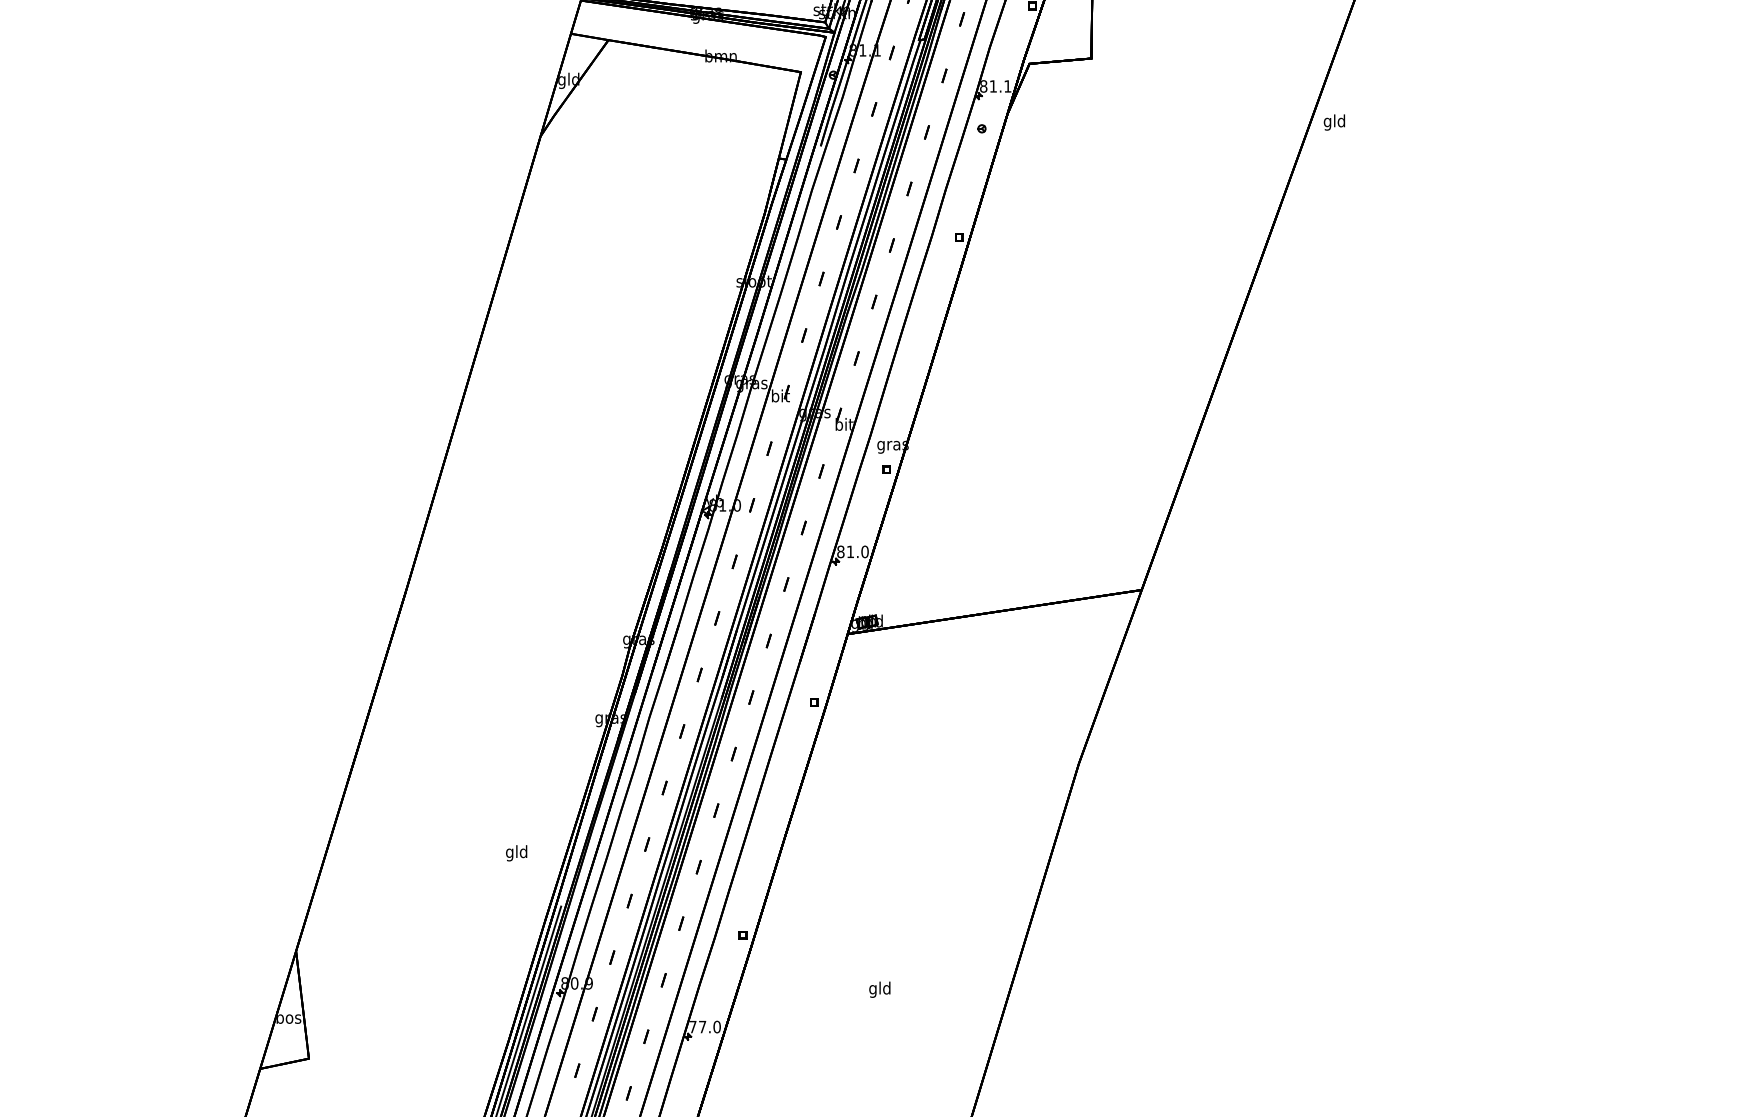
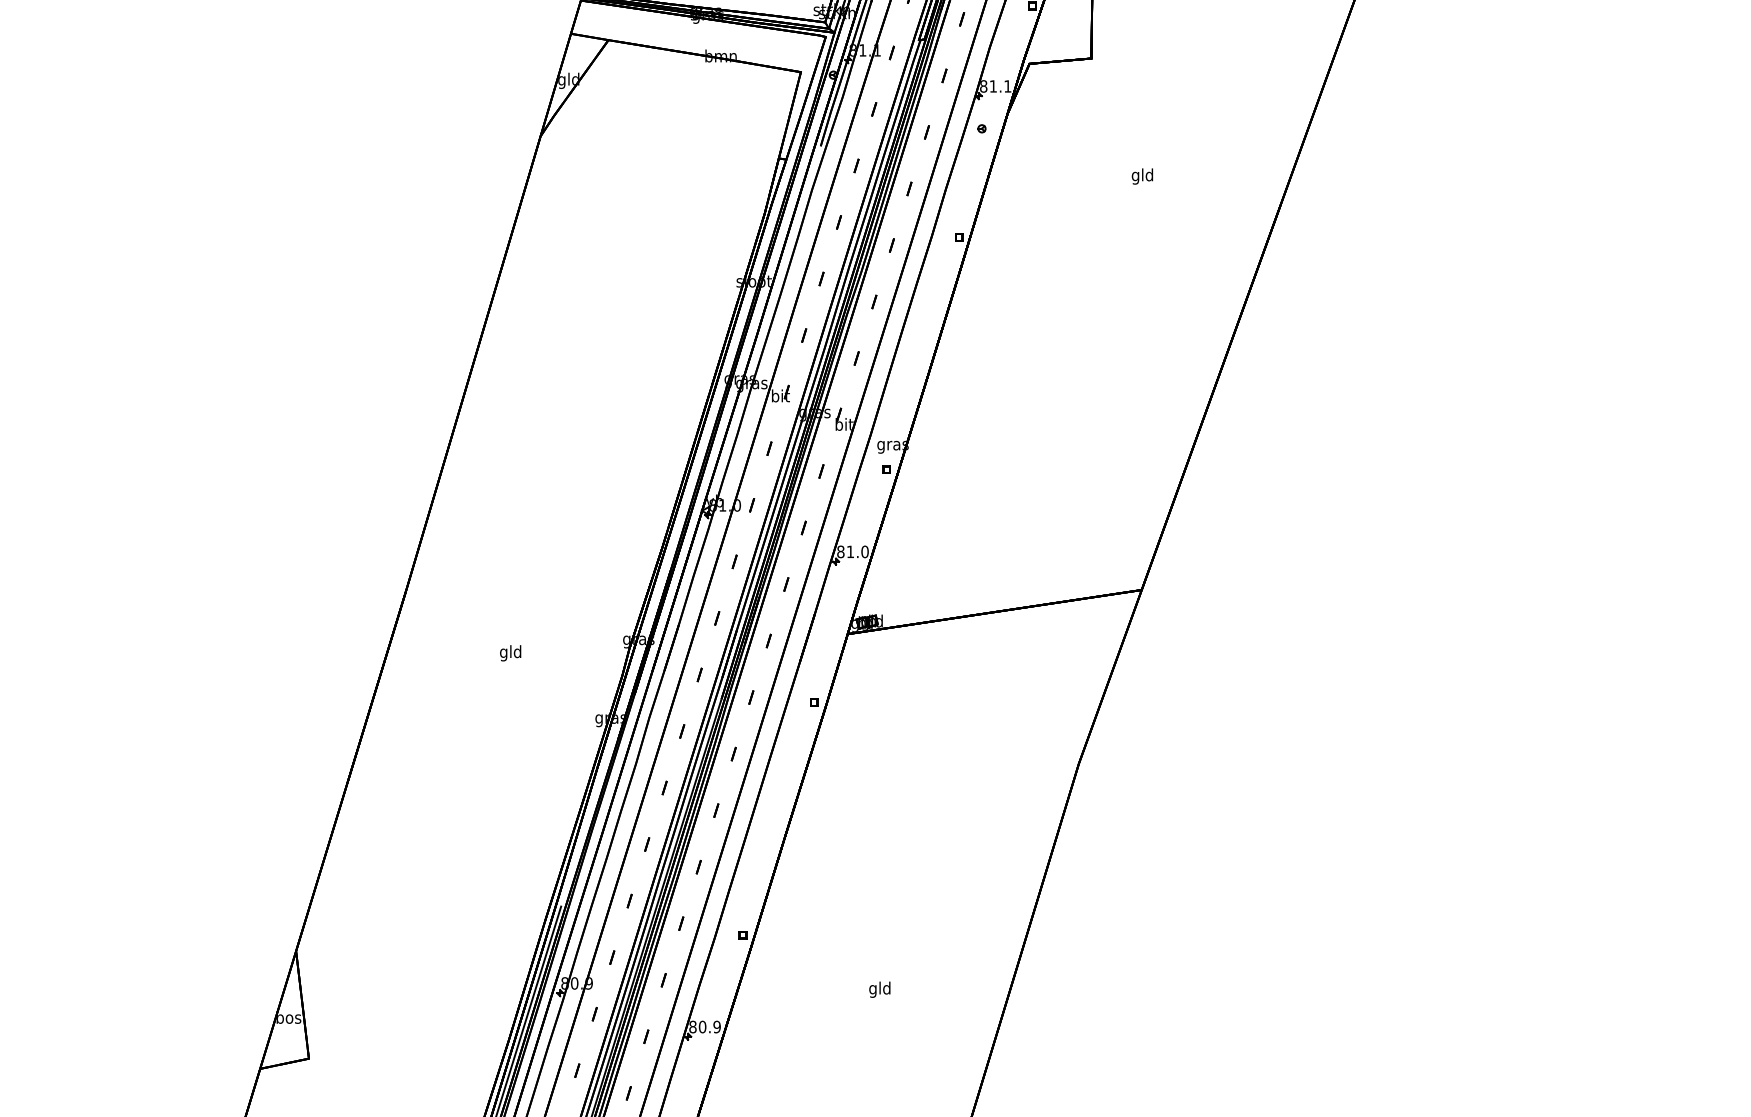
text at (1333, 122) position: (1333, 122) -> (1141, 176)
text at (516, 853) position: (516, 853) -> (510, 653)
text at (704, 1026): 77.0 -> 80.9
